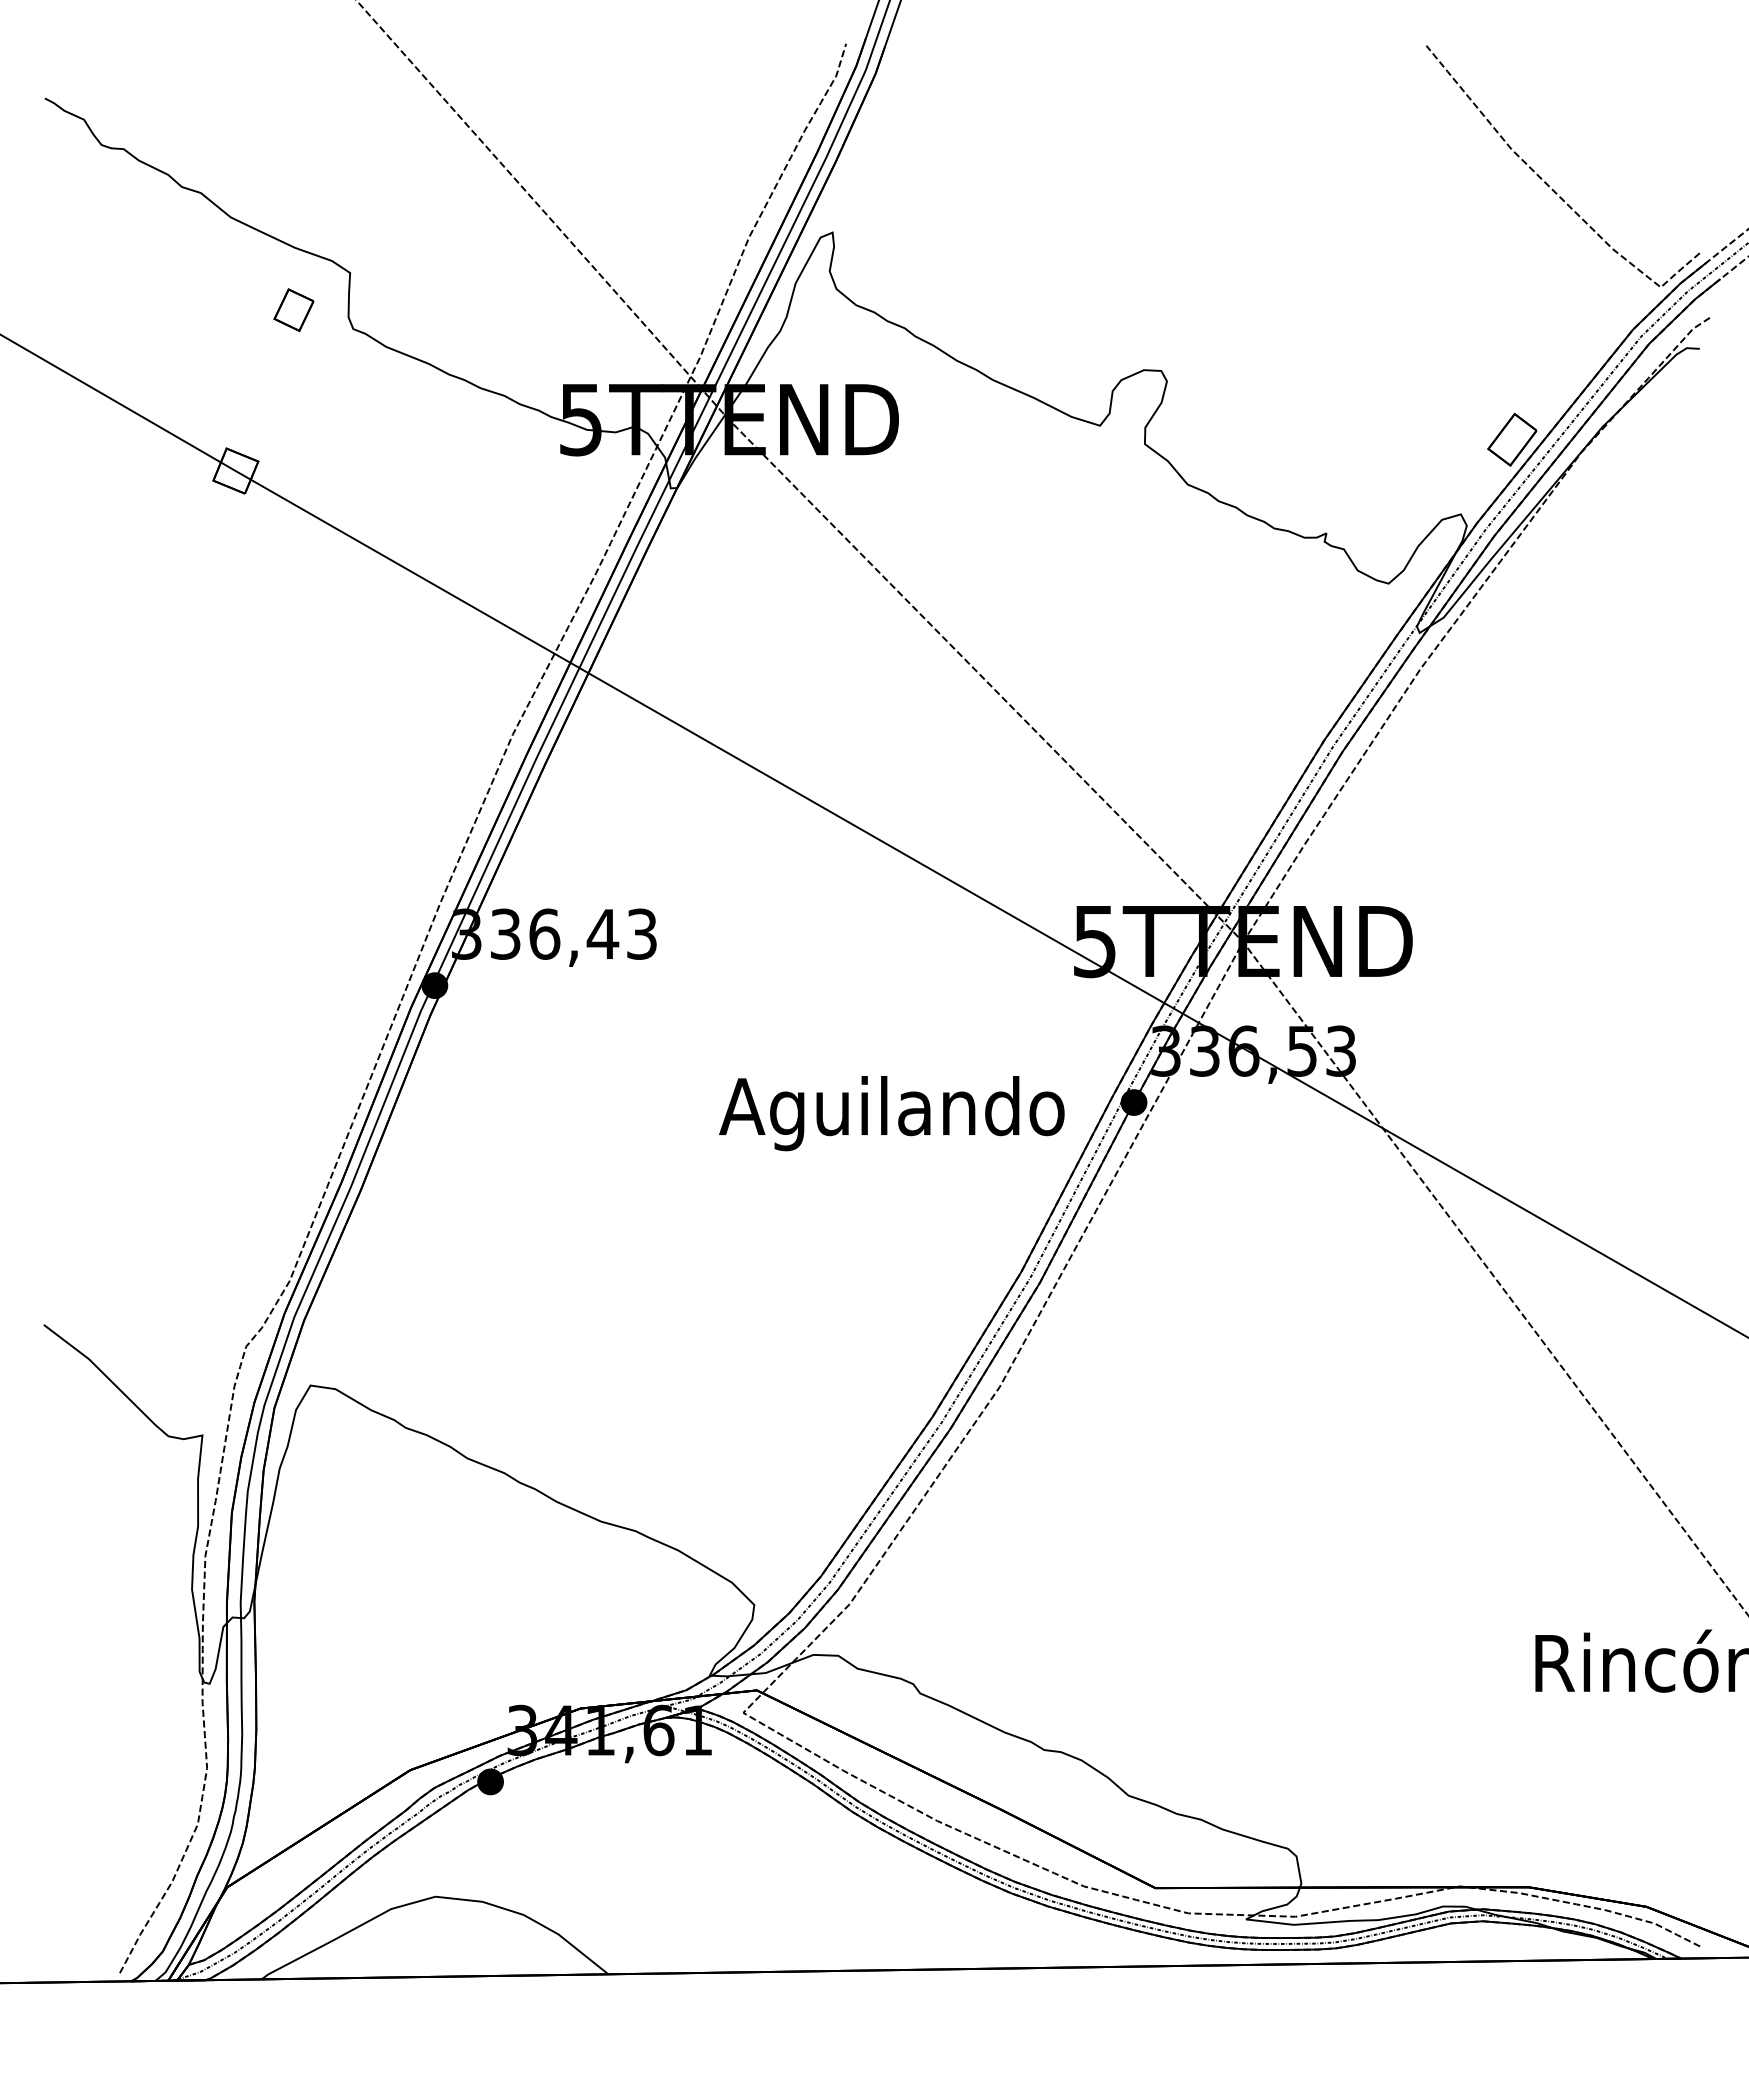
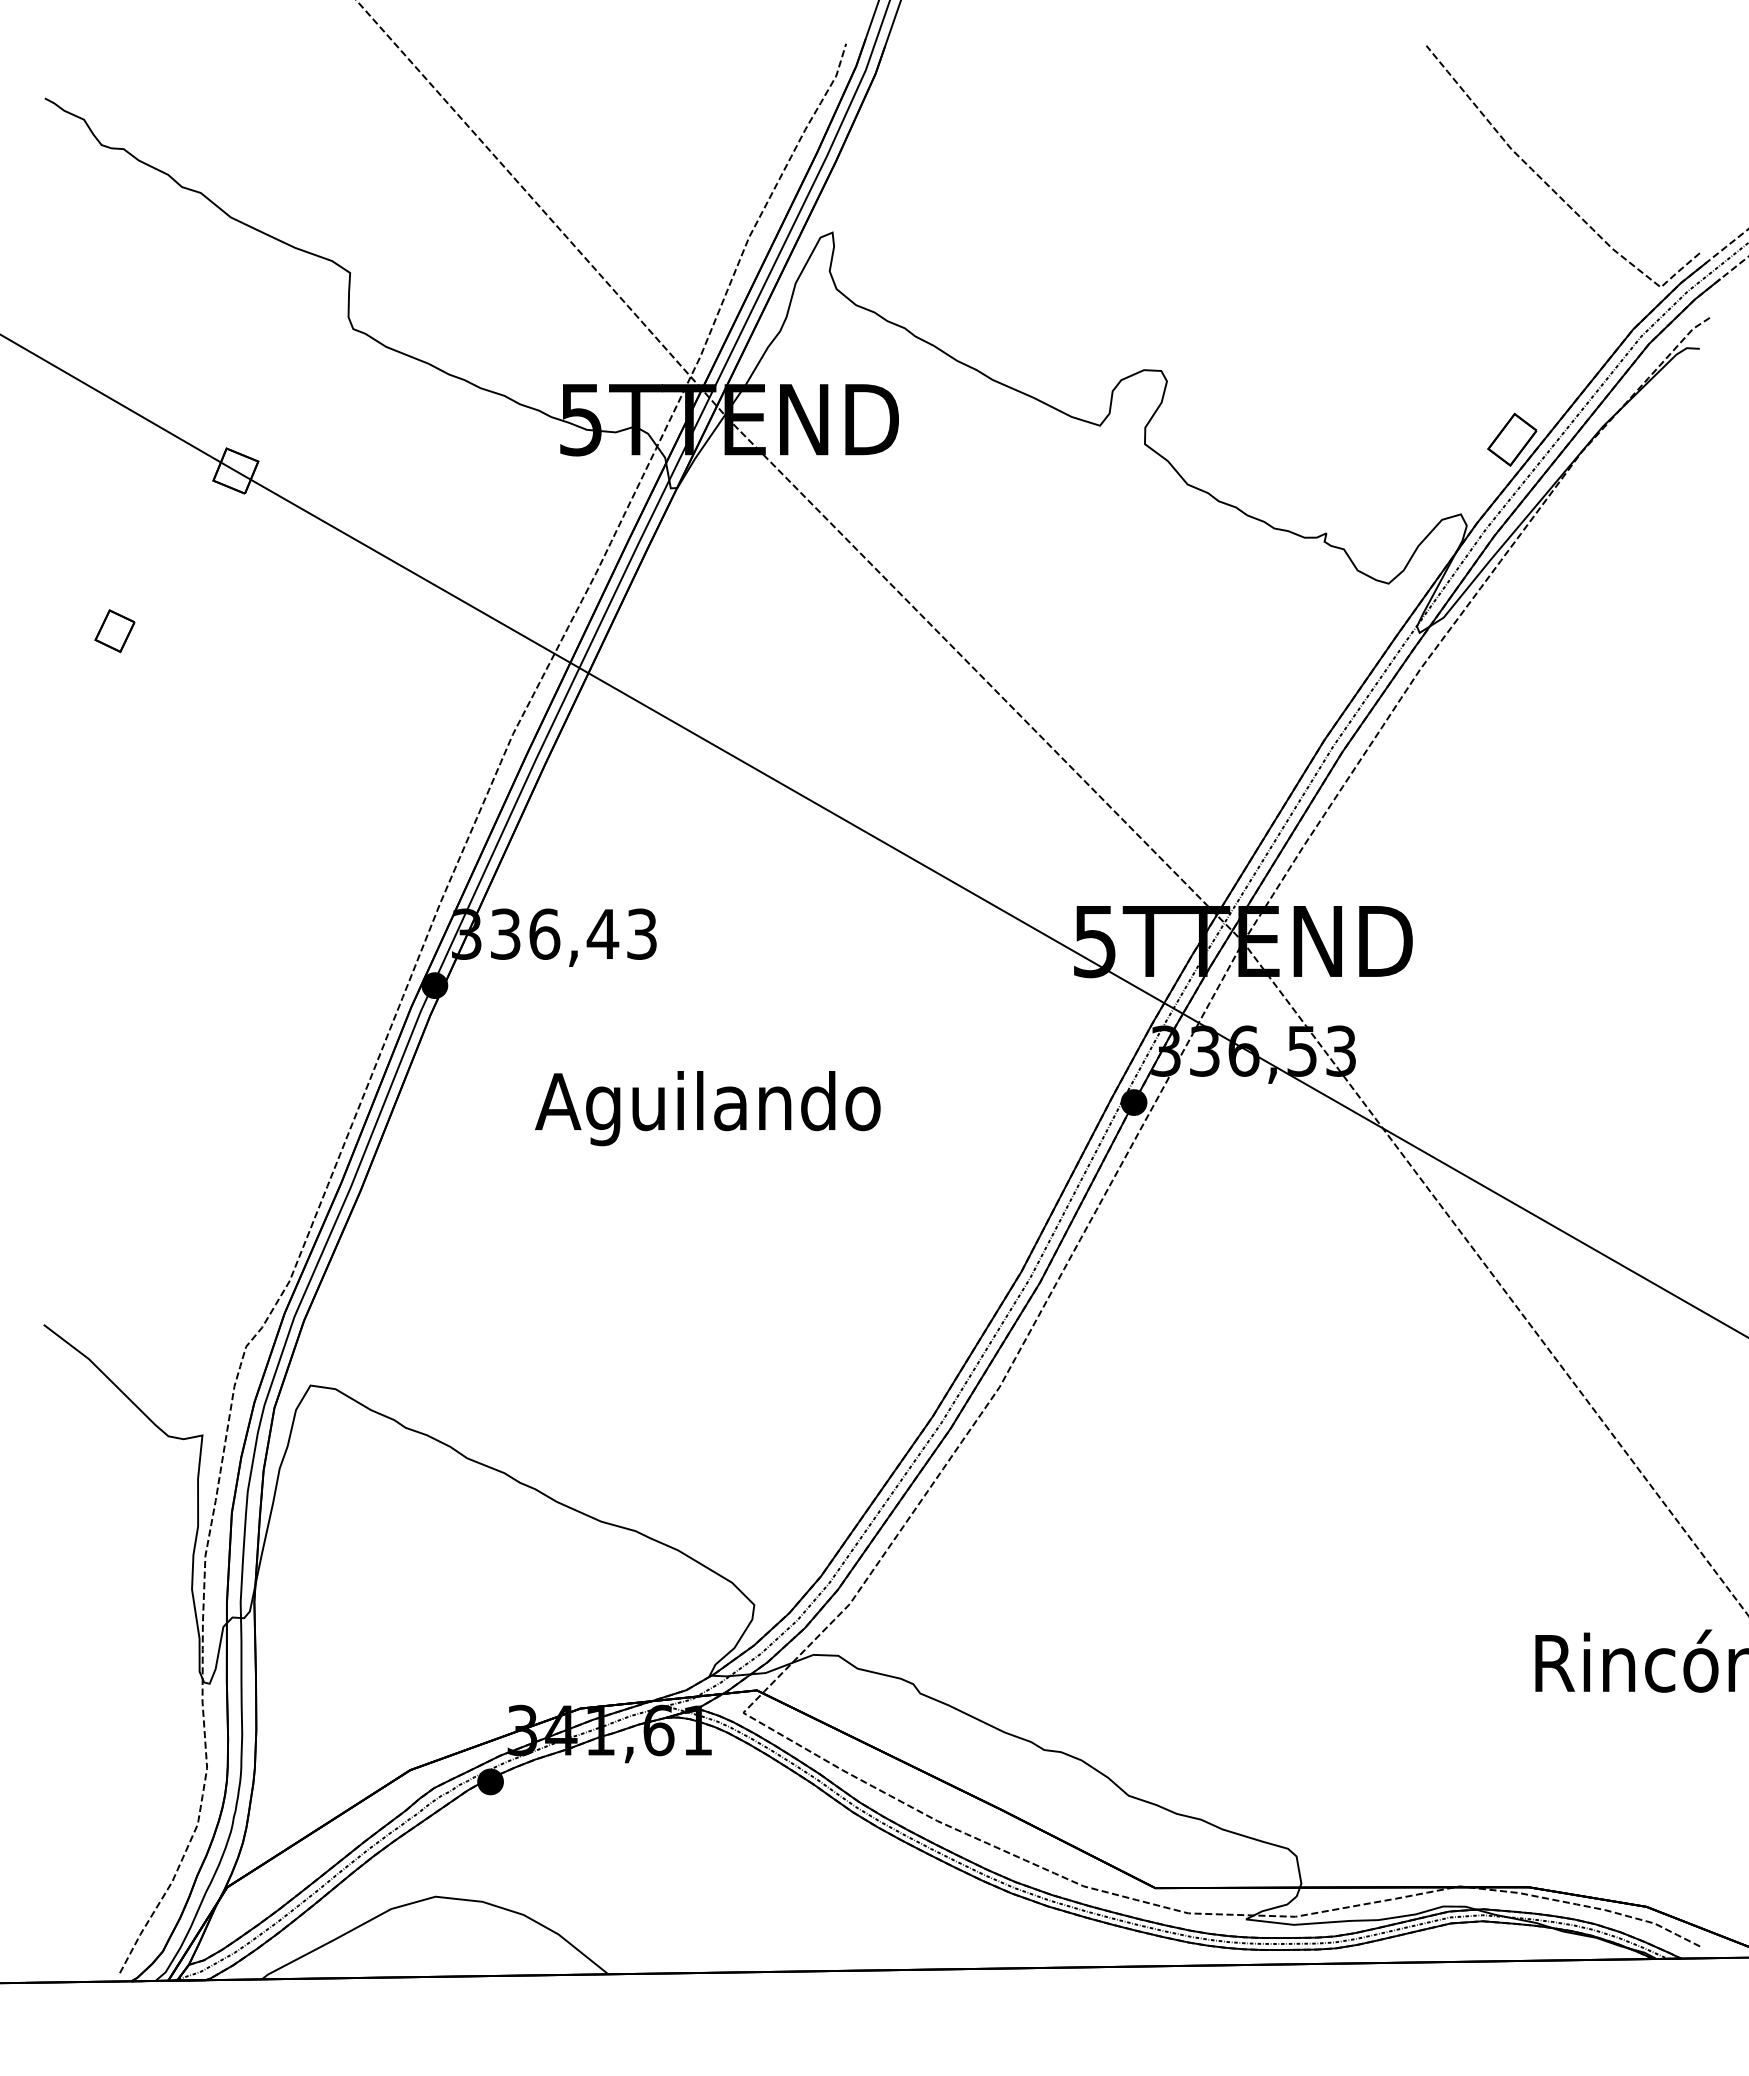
part at (293, 309) position: (293, 309) -> (114, 630)
text at (891, 1113) position: (891, 1113) -> (707, 1108)
